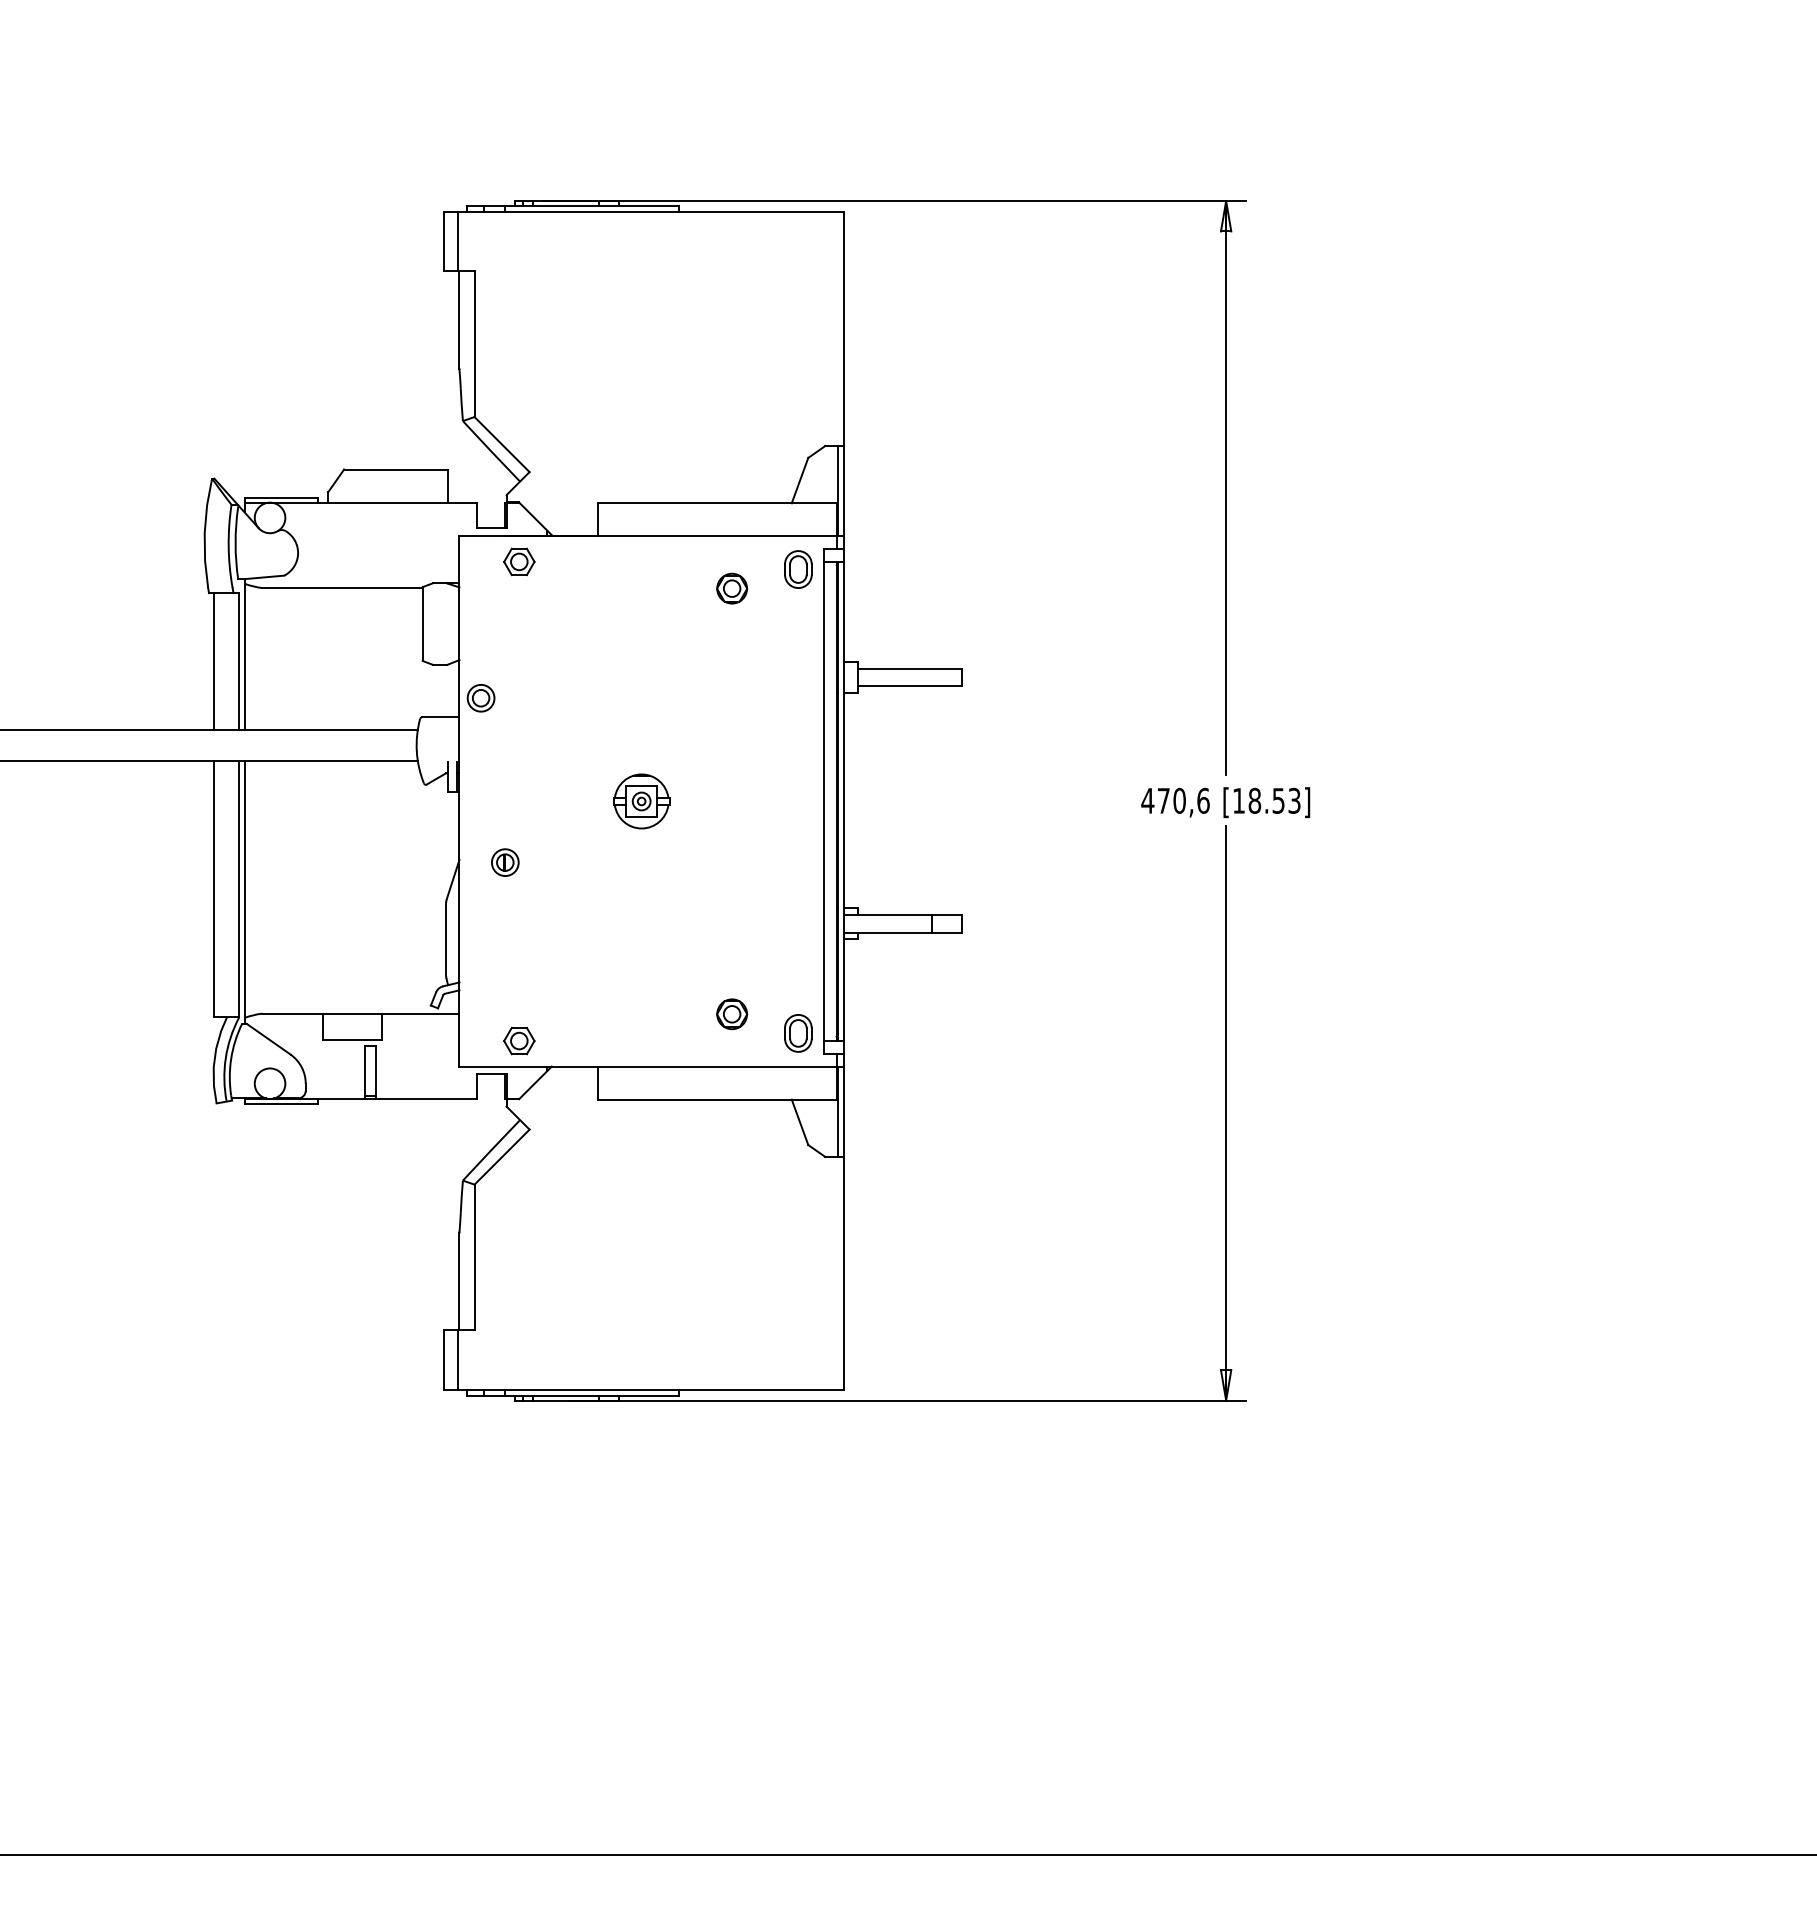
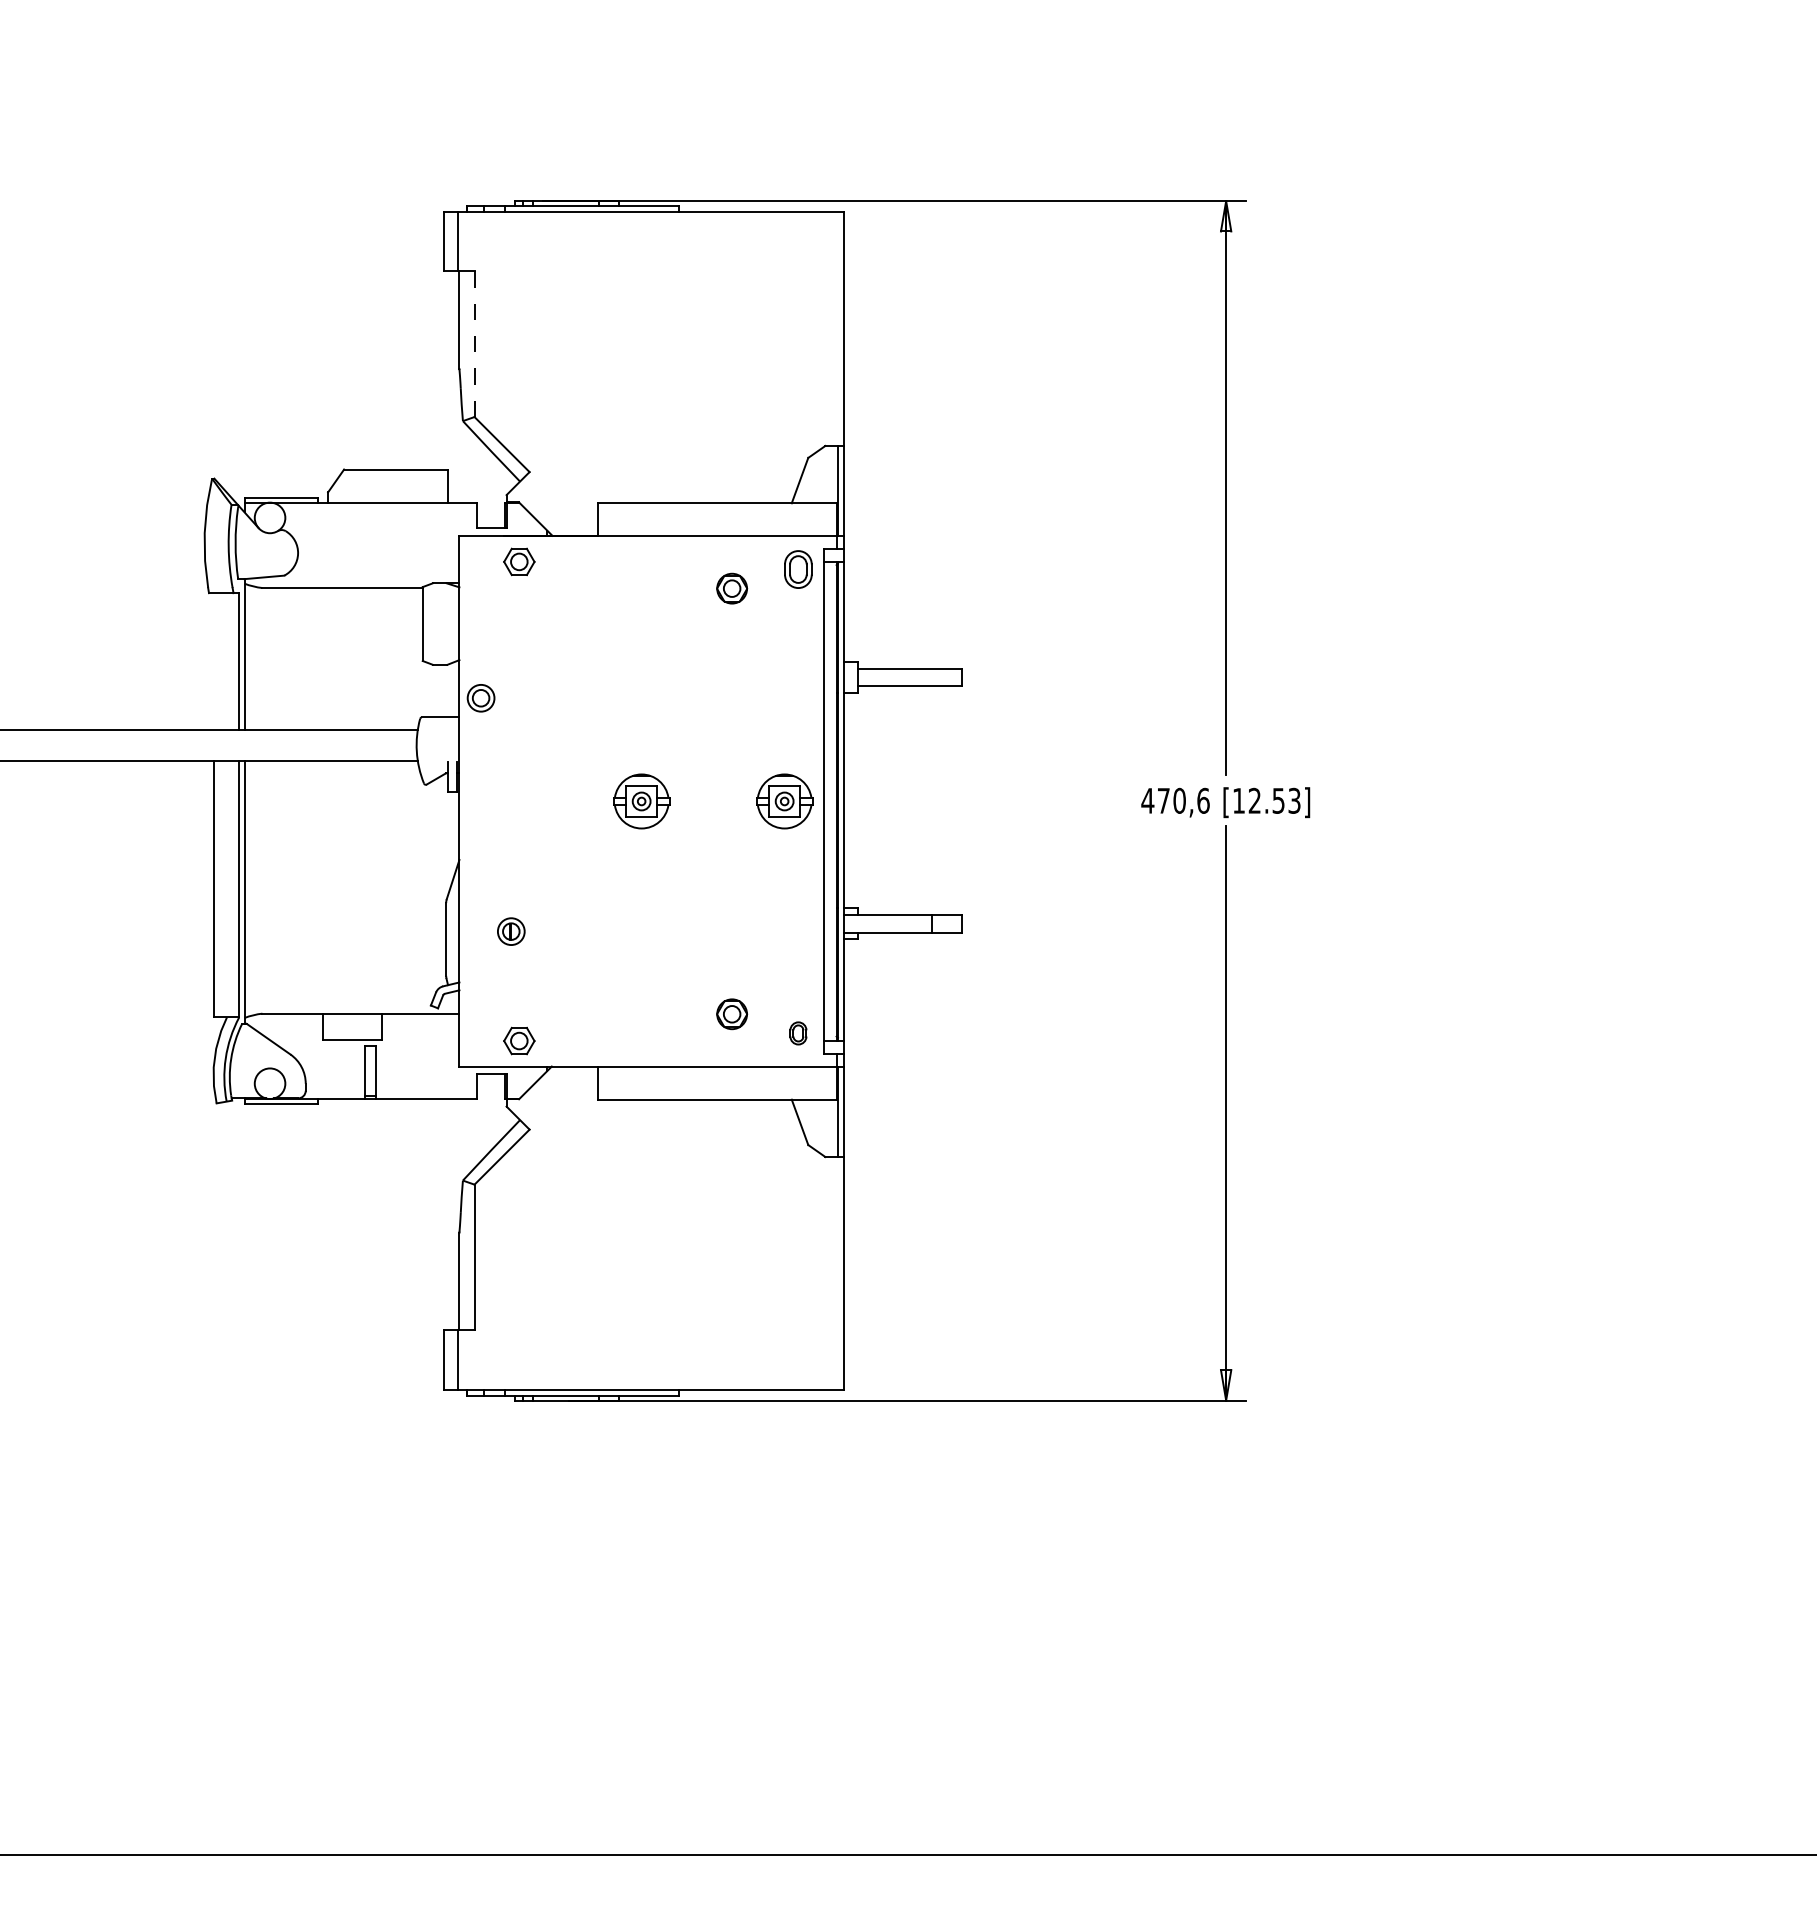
line at (474, 344): solid -> dashed
line at (214, 661): present -> none
text at (1254, 800): [18.53] -> [12.53]
part at (784, 801): none -> present
part at (505, 862) position: (505, 862) -> (511, 931)
part at (798, 1033) size: 29x39 px -> 19x25 px
